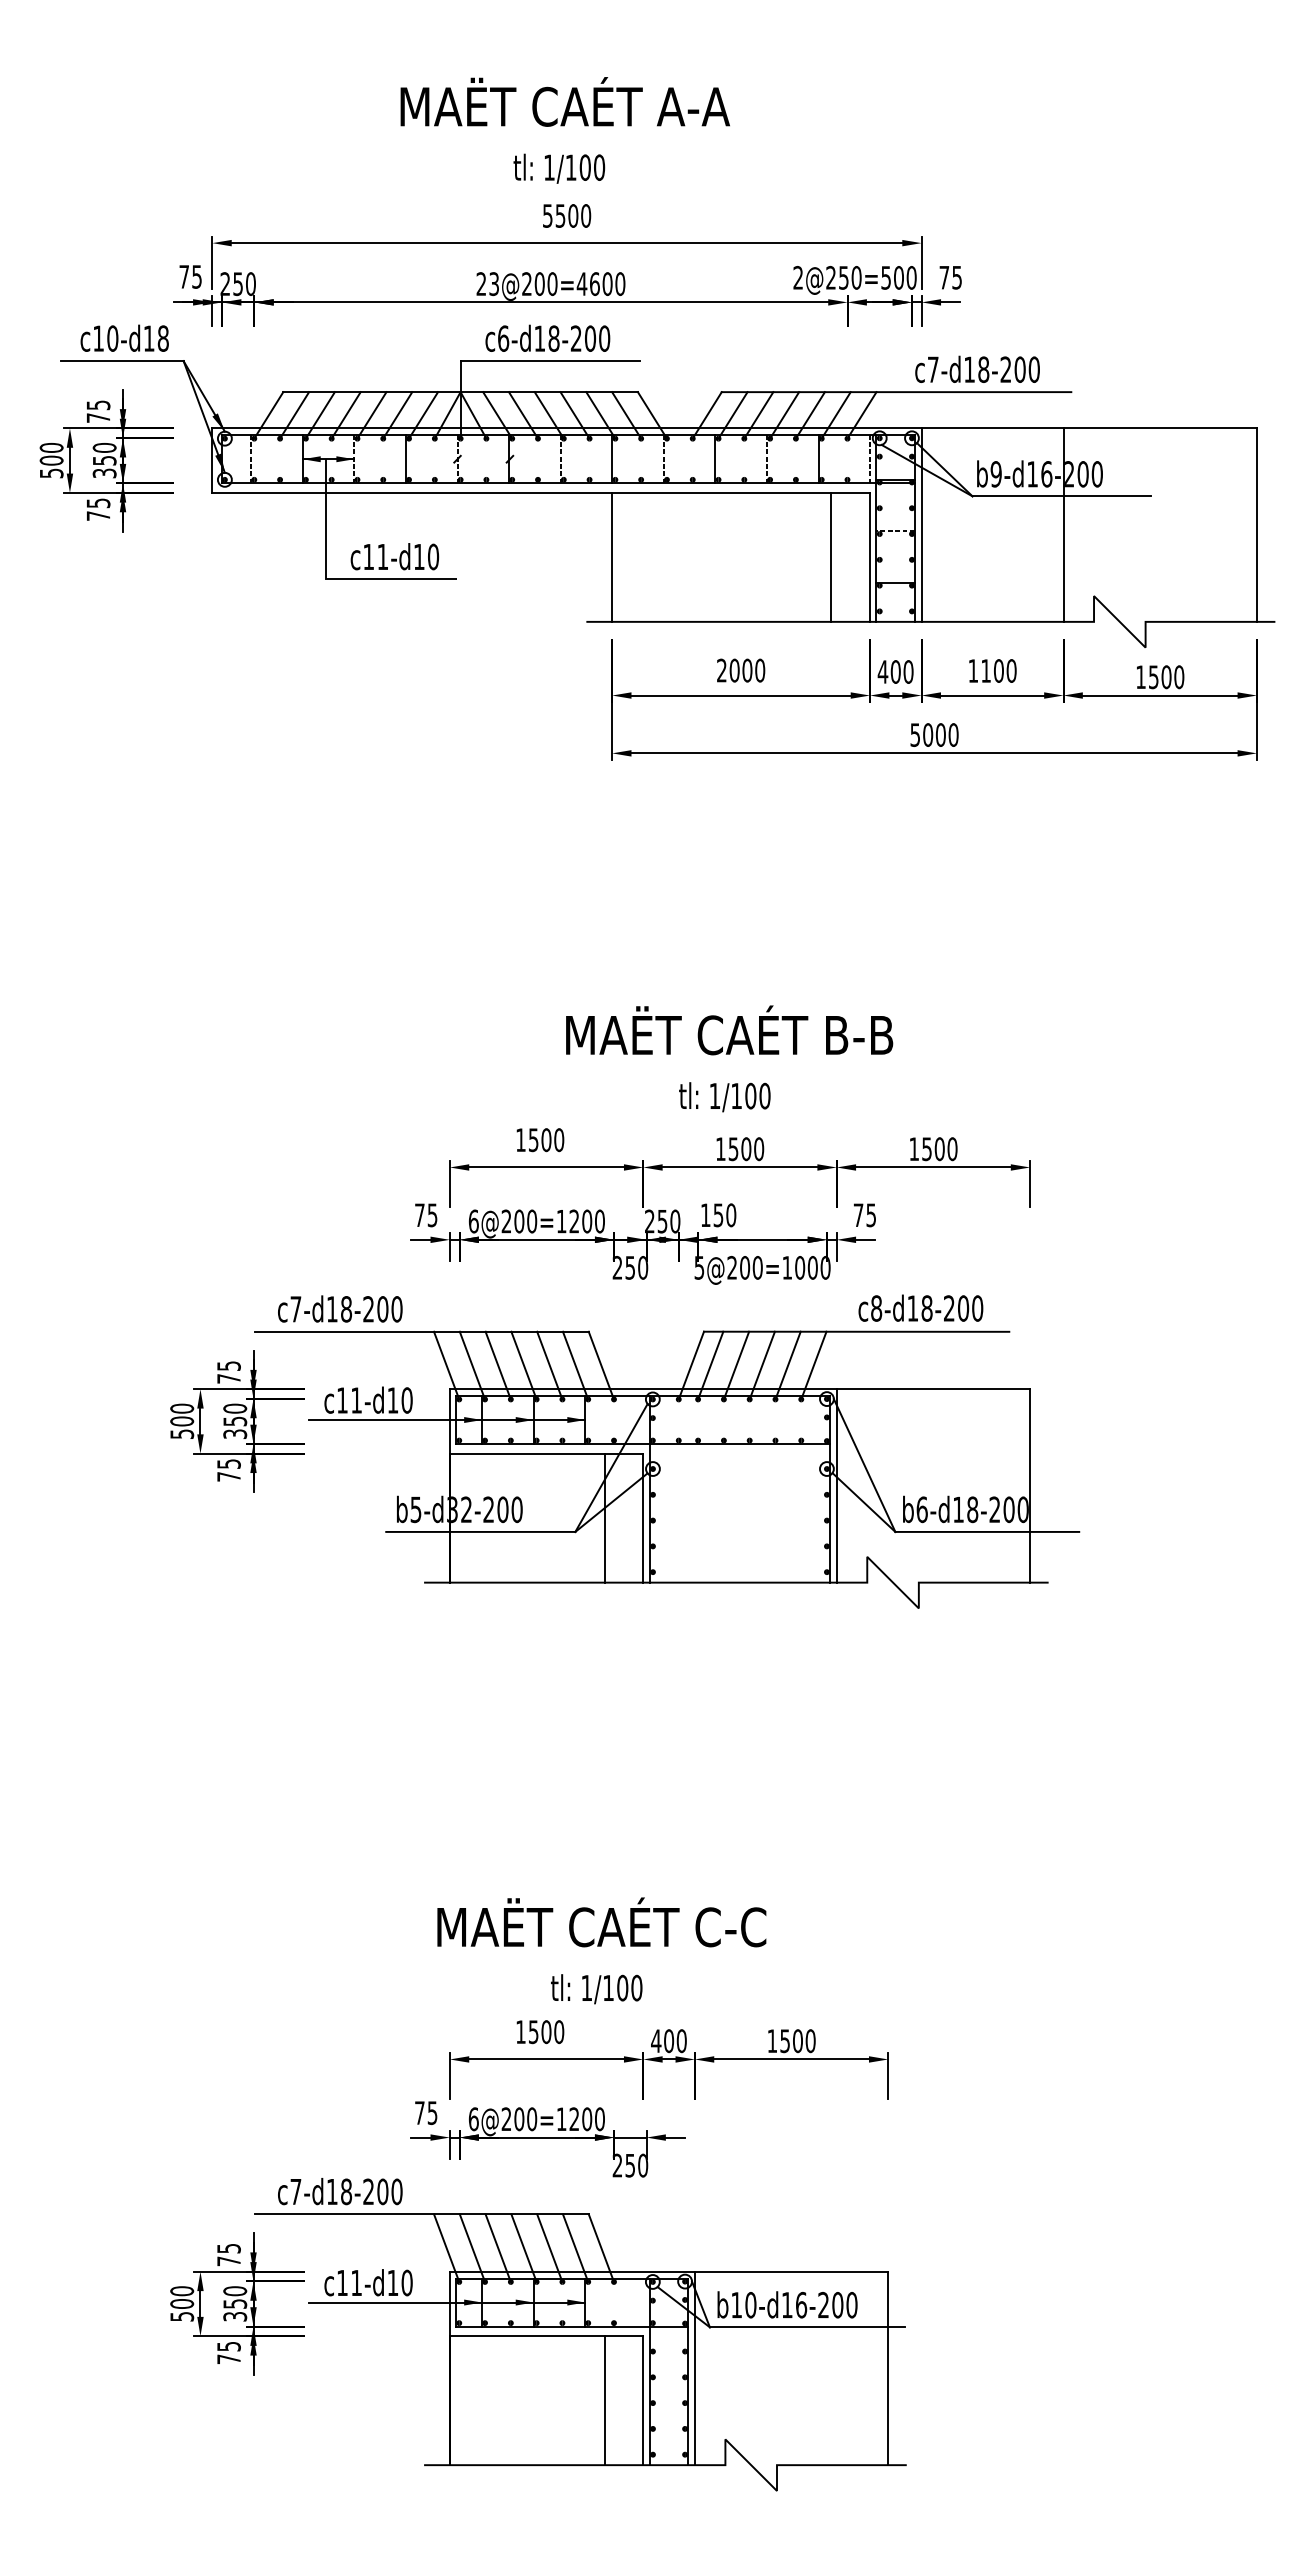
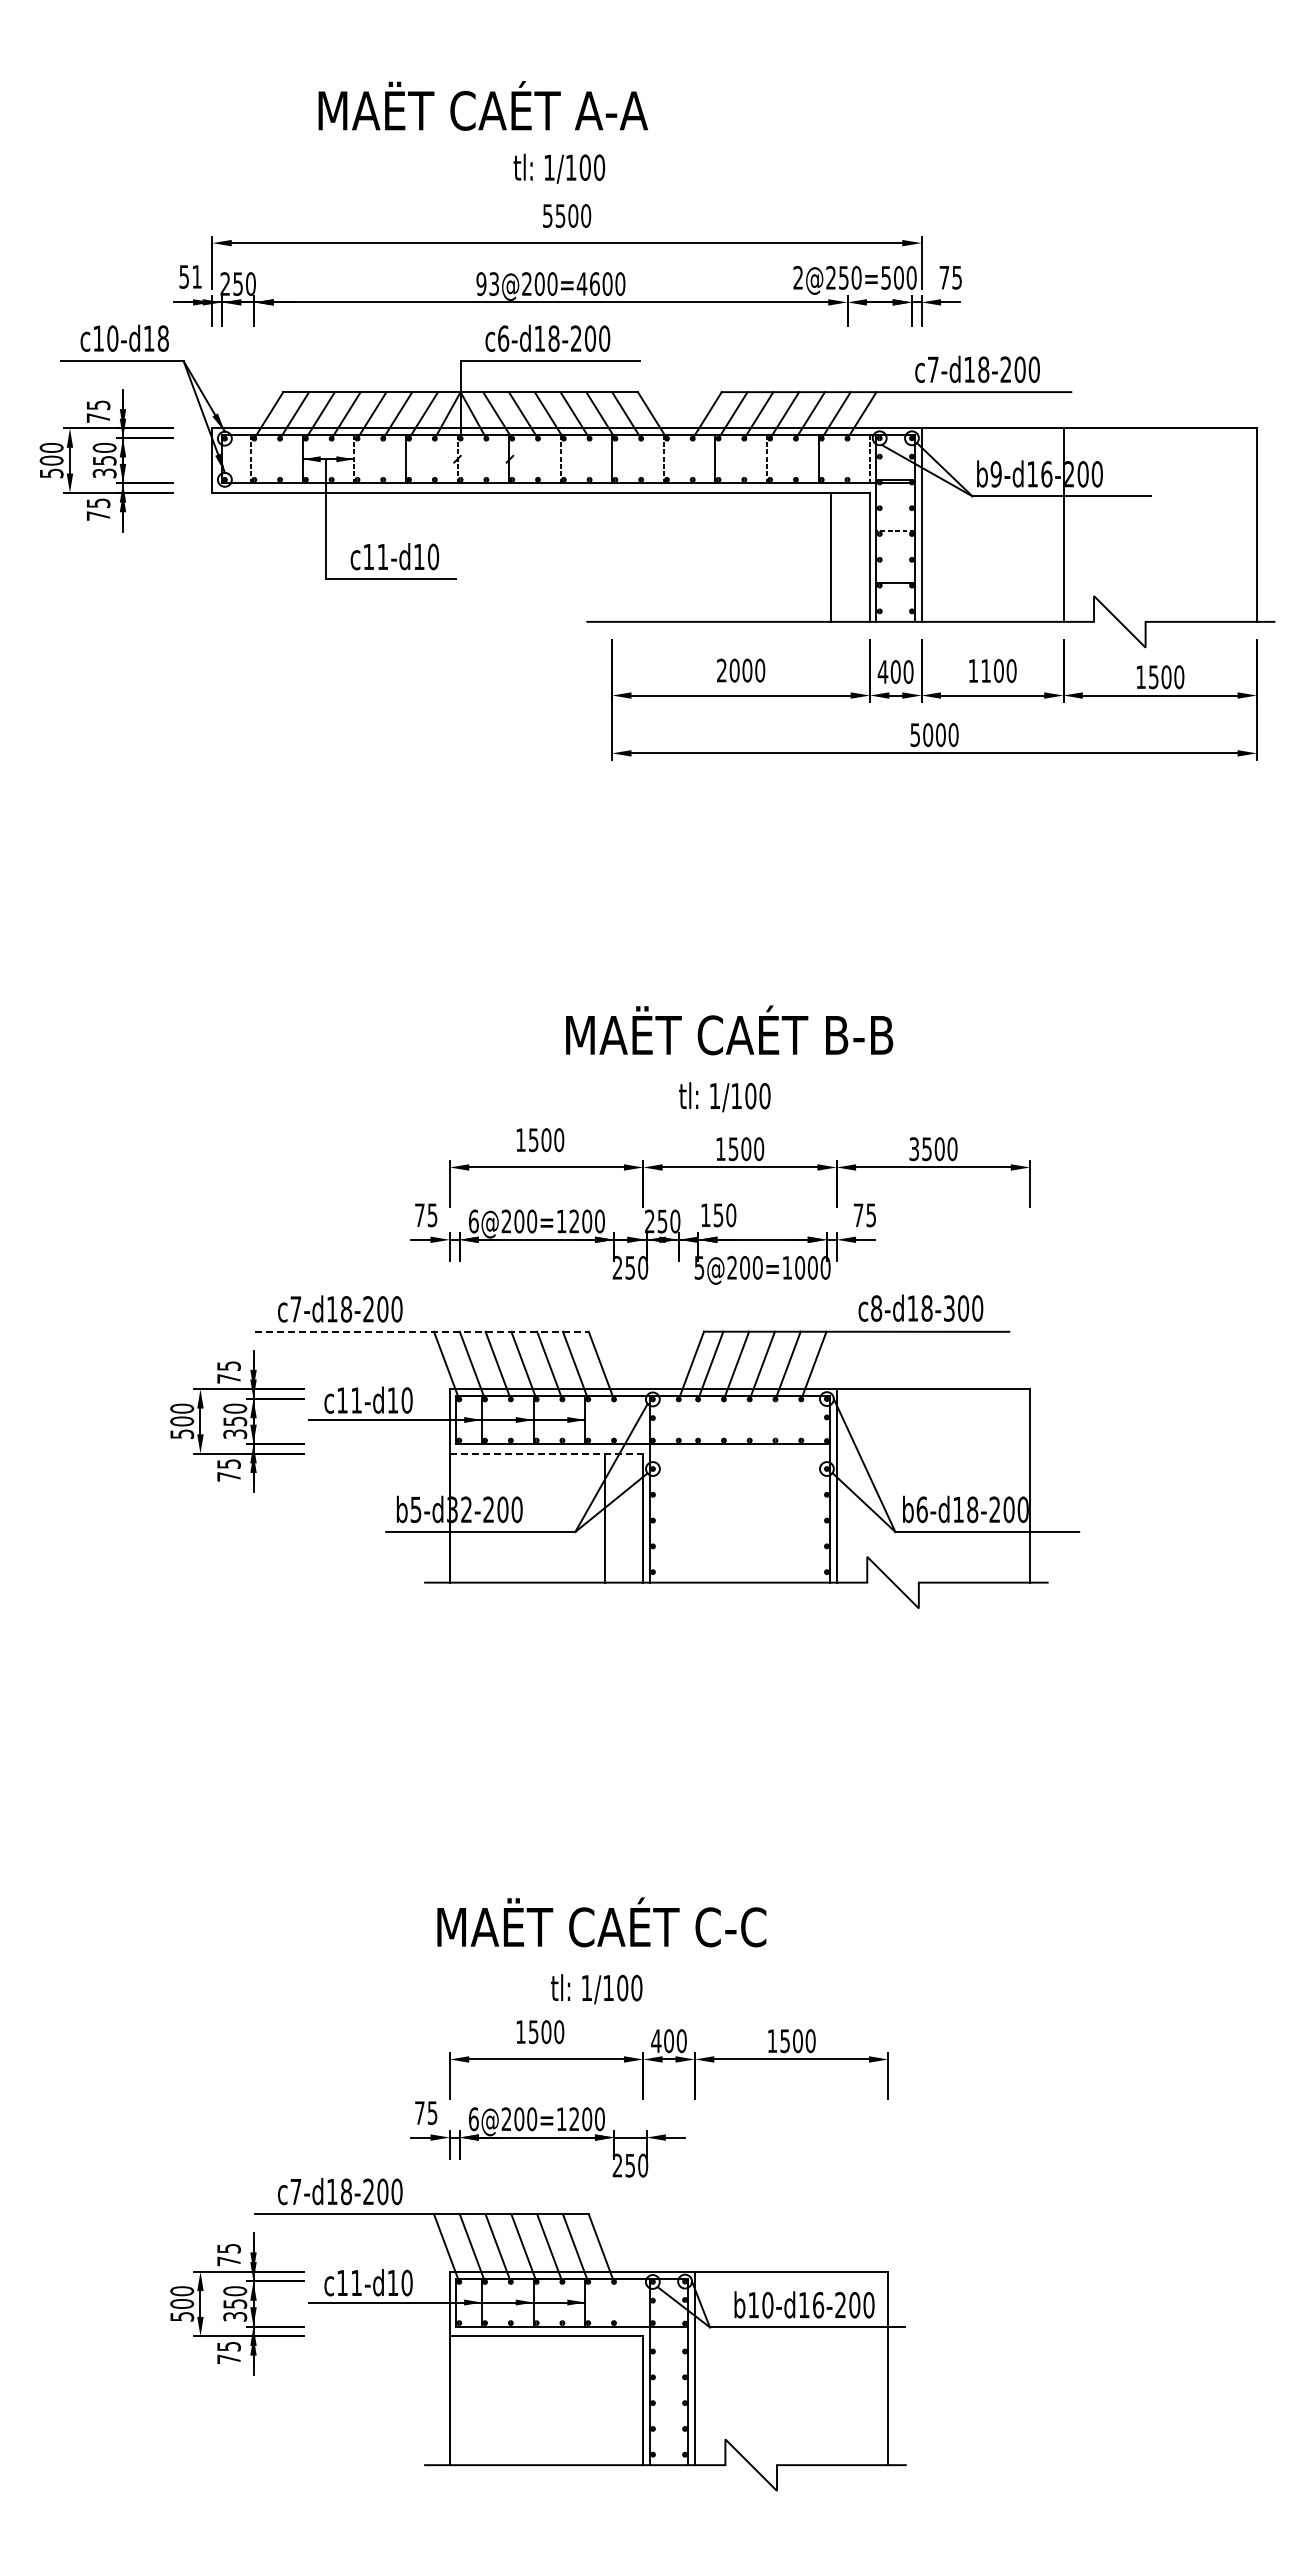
text at (564, 101) position: (564, 101) -> (482, 105)
text at (190, 276): 75 -> 51
text at (481, 284): 23@200=4600 -> 93@200=4600
line at (612, 556): present -> none
text at (913, 1149): 1500 -> 3500
text at (949, 1308): c8-d18-200 -> c8-d18-300
line at (422, 1331): solid -> dashed
line at (546, 1453): solid -> dashed
text at (787, 2304) position: (787, 2304) -> (804, 2304)
line at (604, 2400): present -> none
